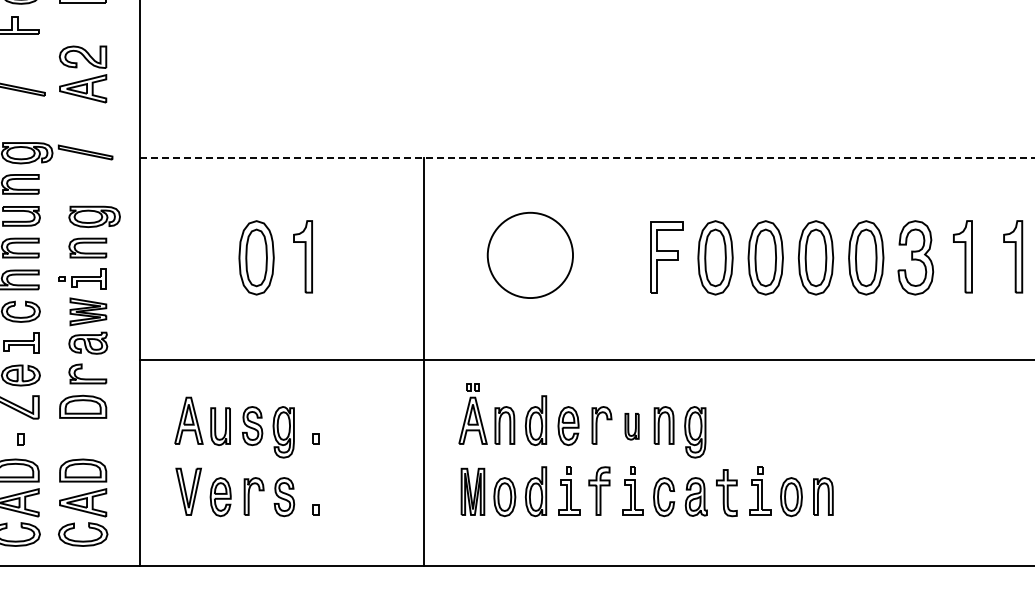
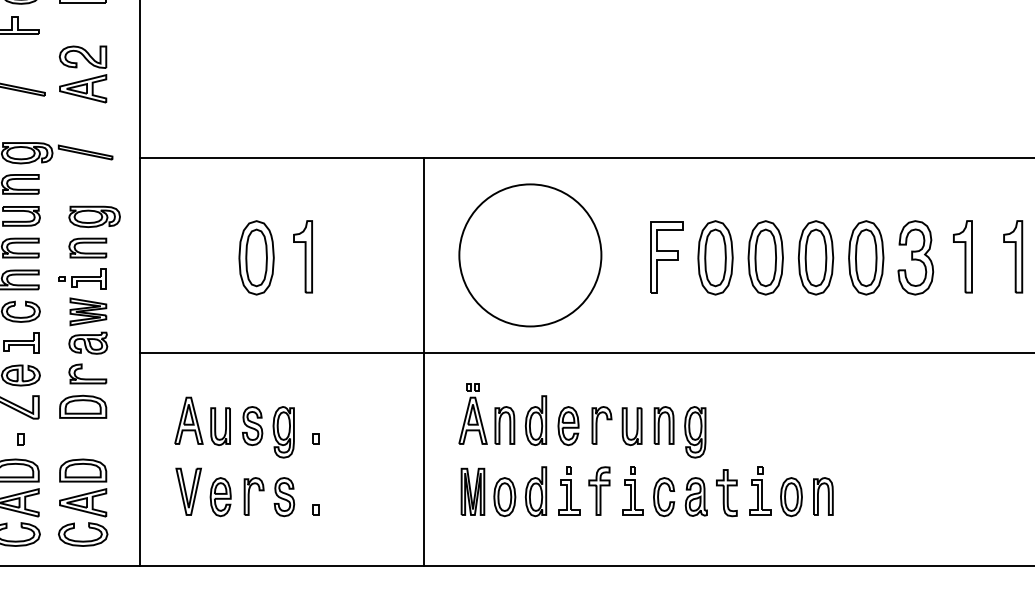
line at (587, 157): dashed -> solid
circle at (530, 255) diameter: 85 px -> 142 px
line at (585, 360) position: (585, 360) -> (585, 353)
part at (631, 426) size: 16x28 px -> 22x40 px
